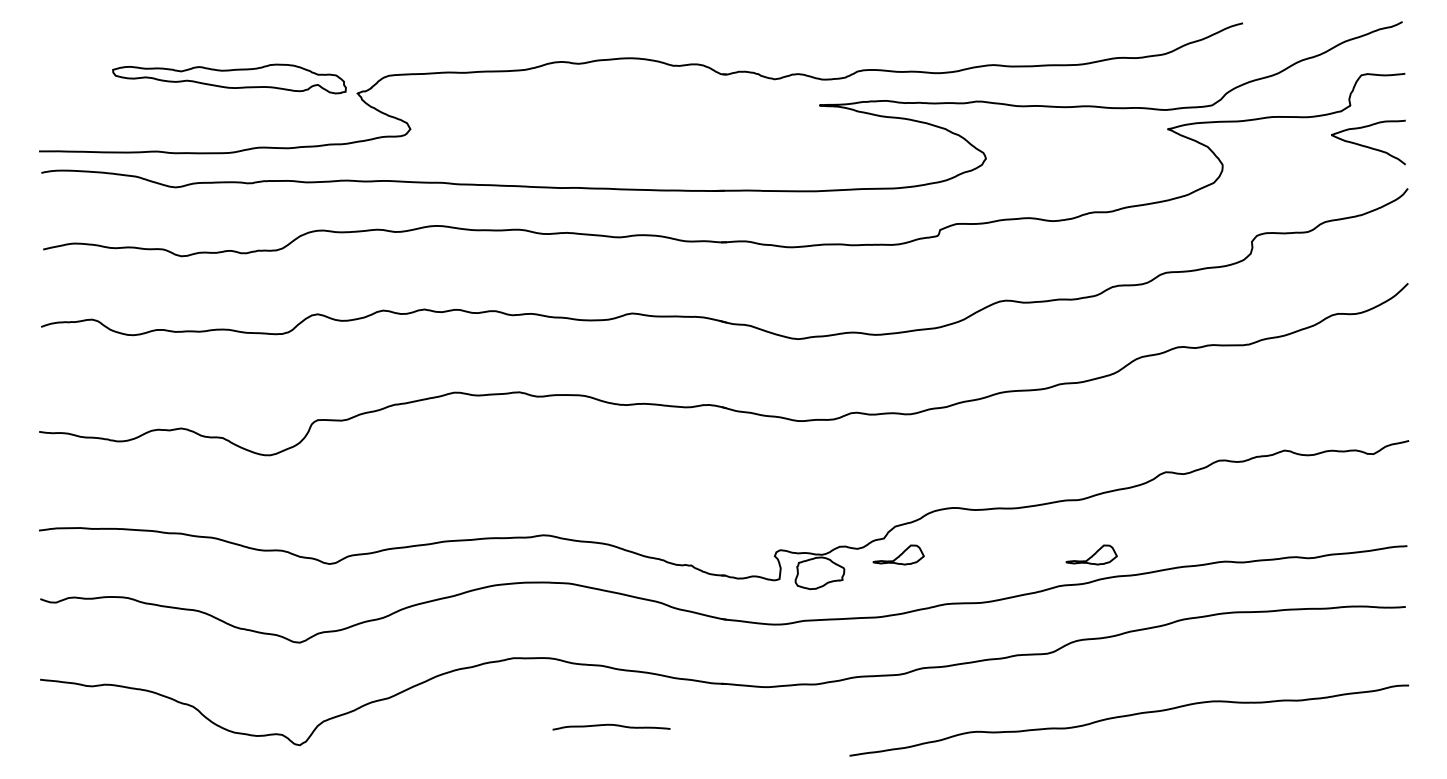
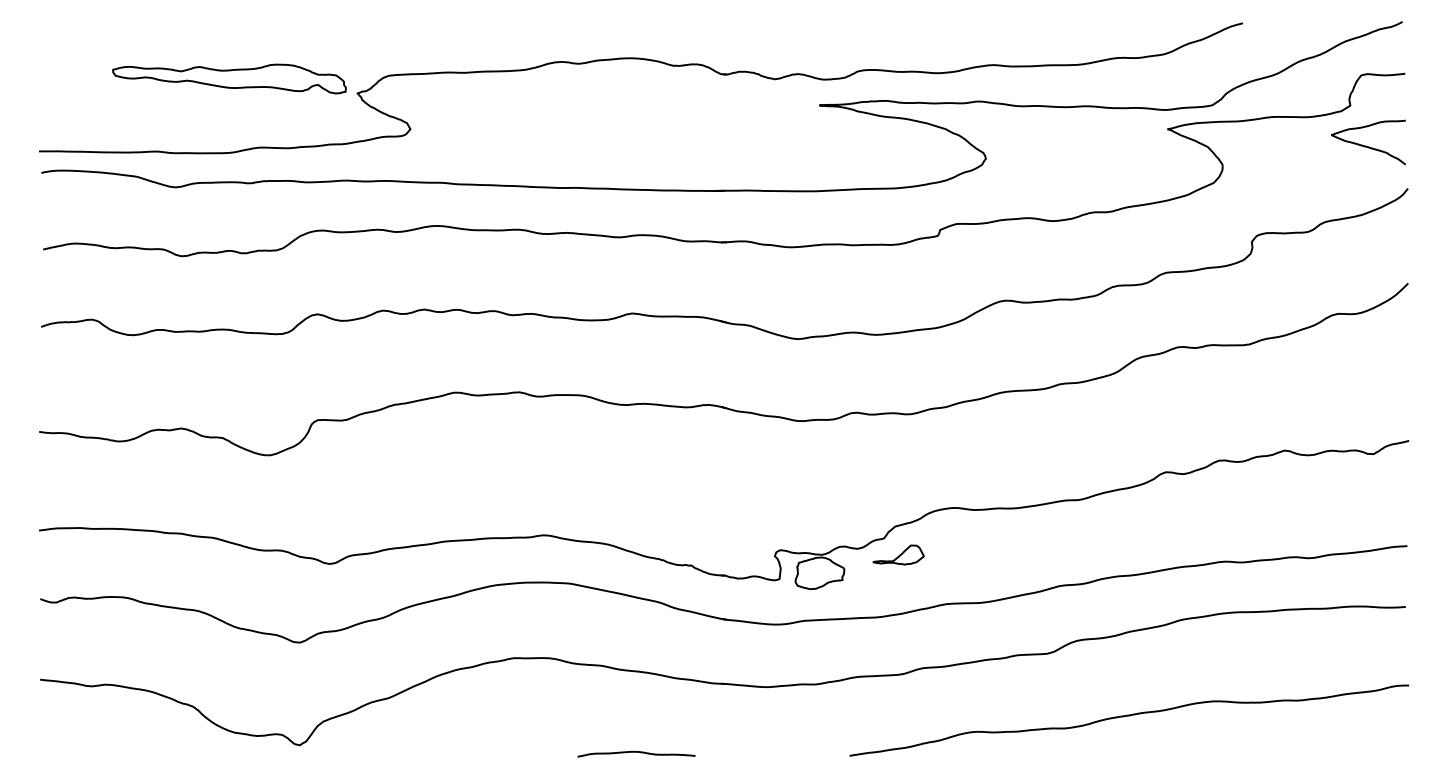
part at (1091, 554): present -> none
curve at (611, 725) position: (611, 725) -> (636, 752)
